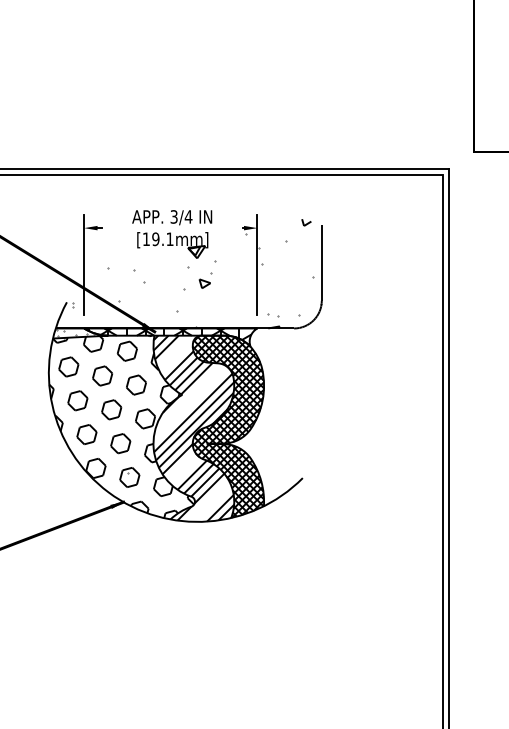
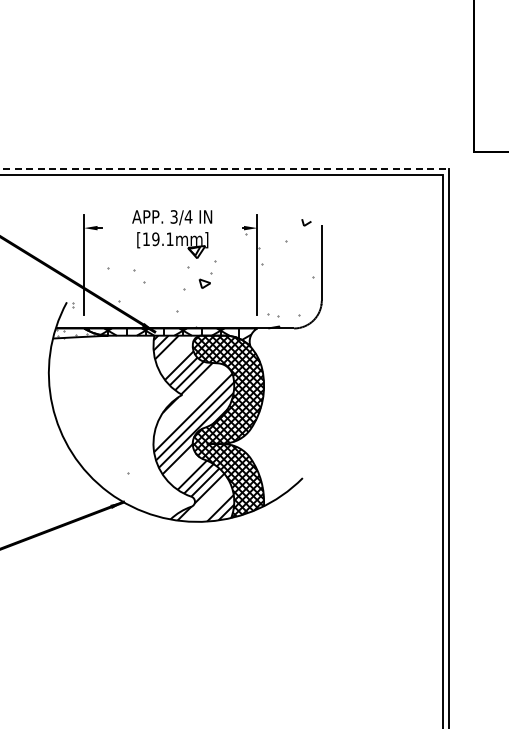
line at (225, 168): solid -> dashed
hatch at (121, 426): present -> none
